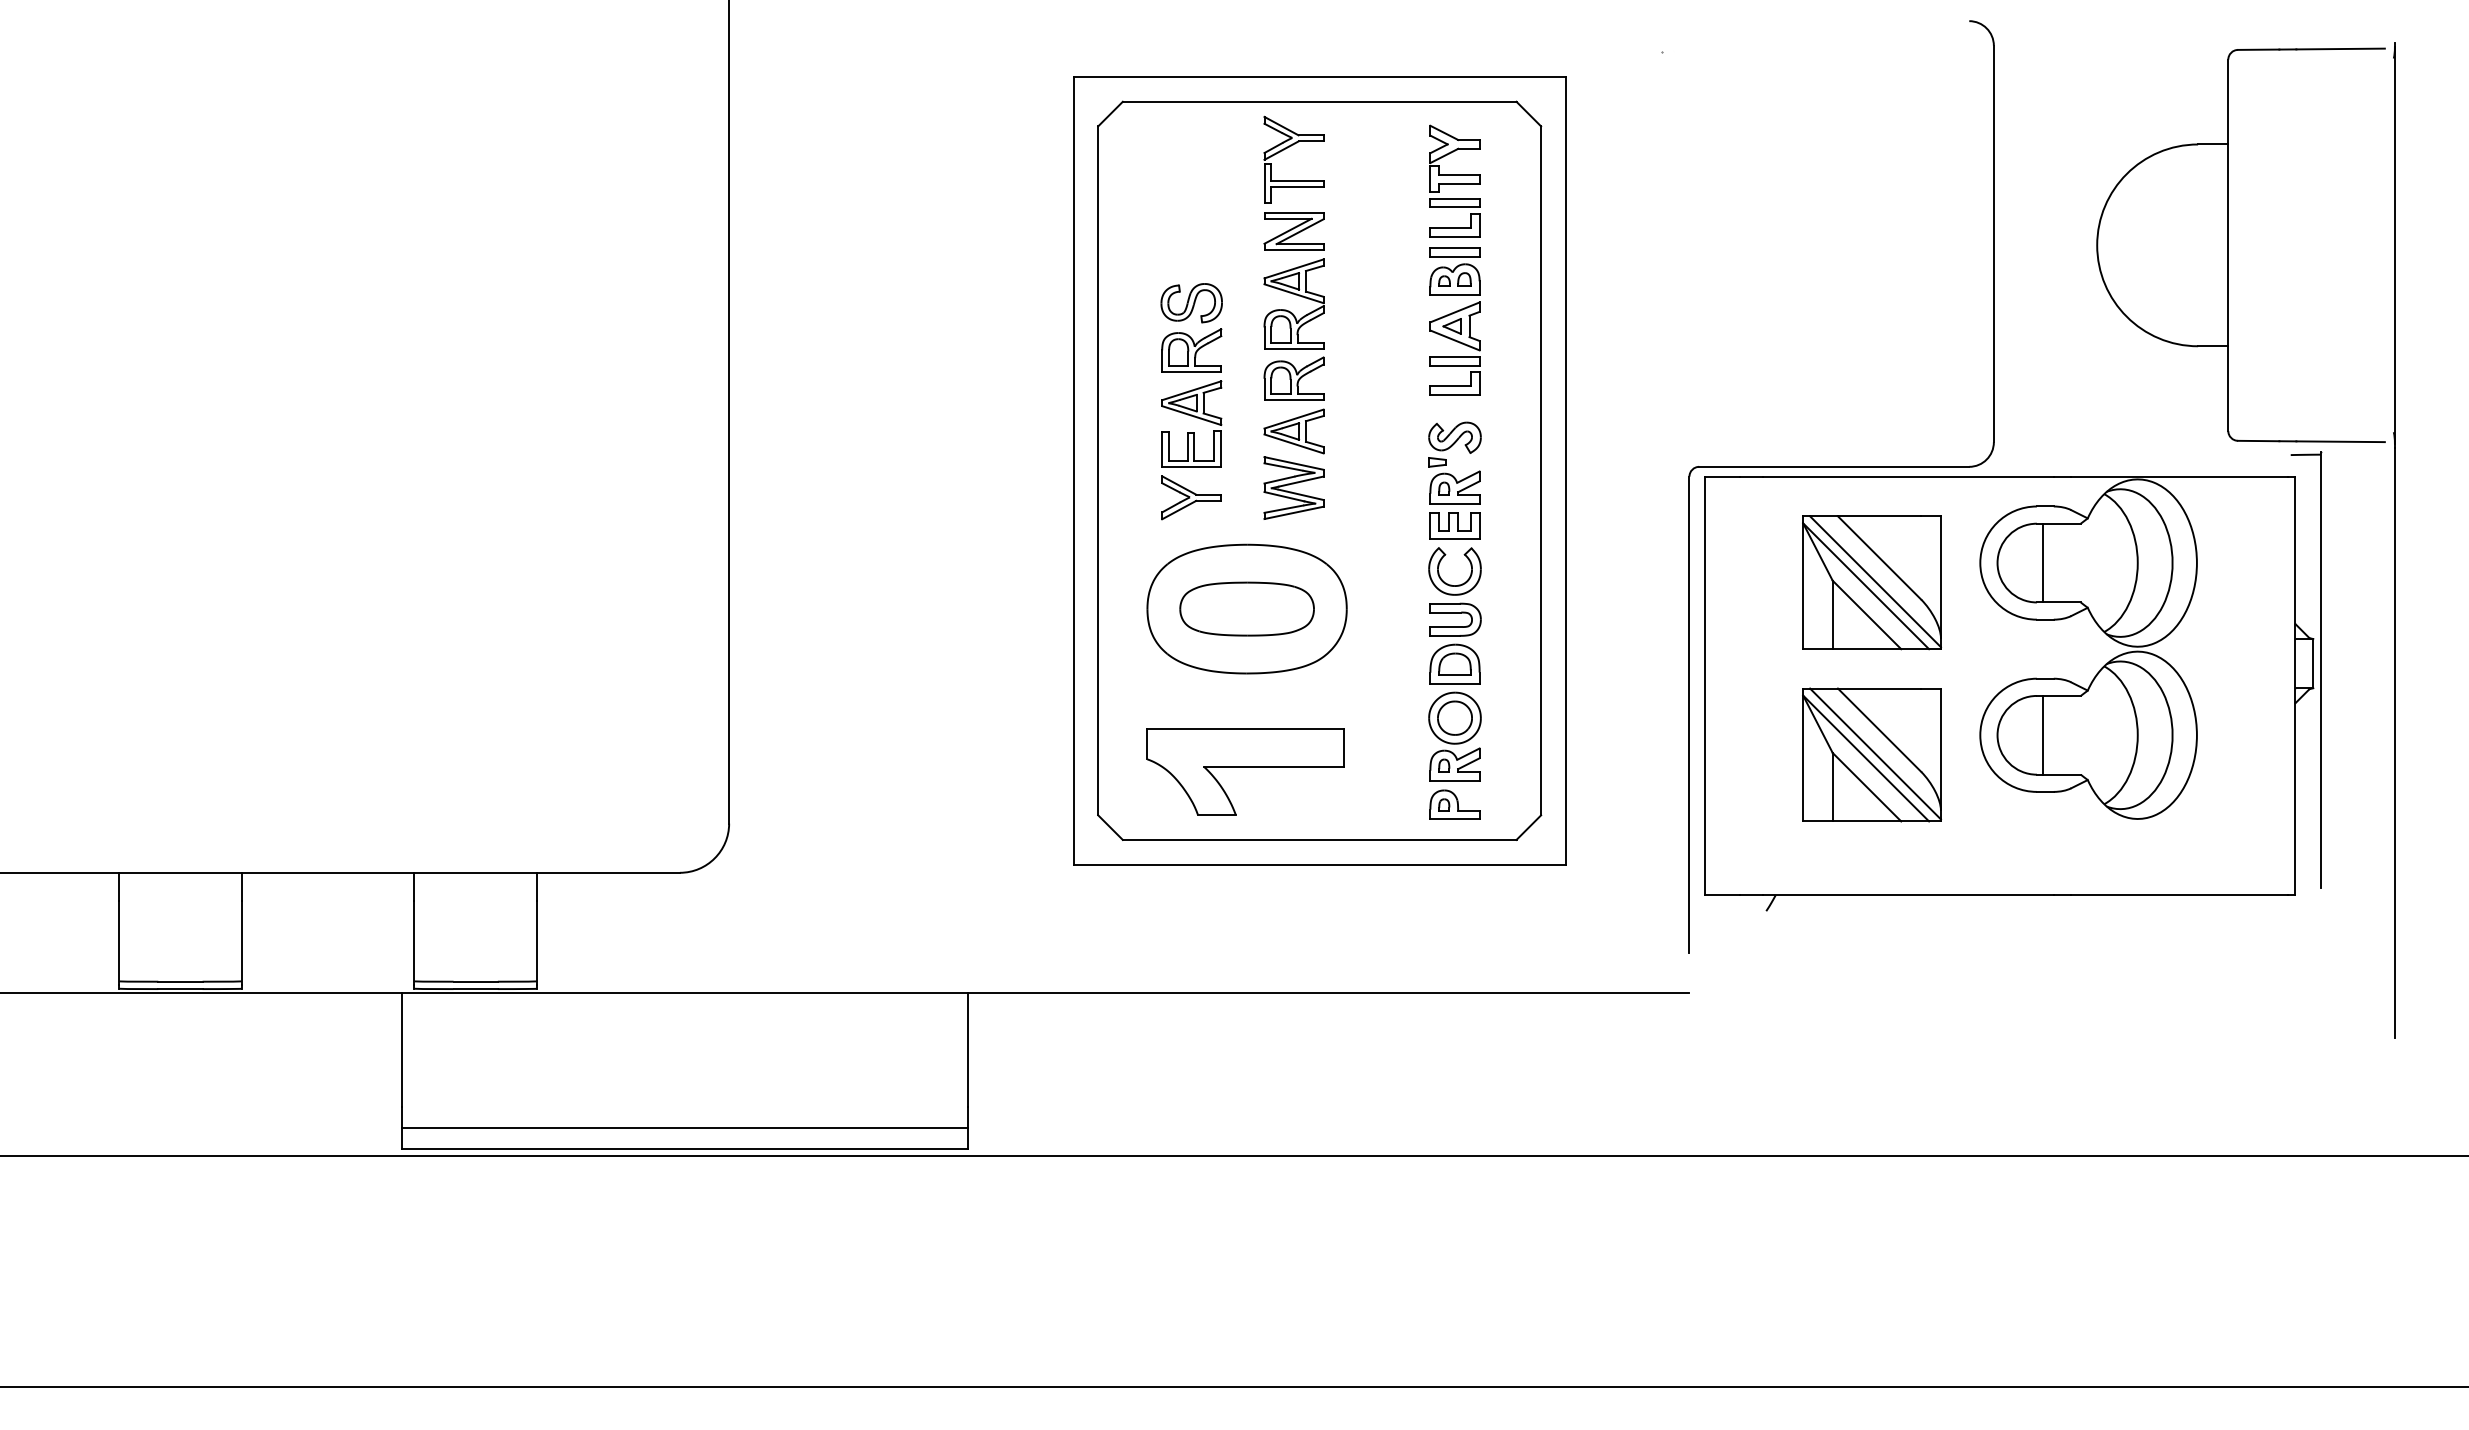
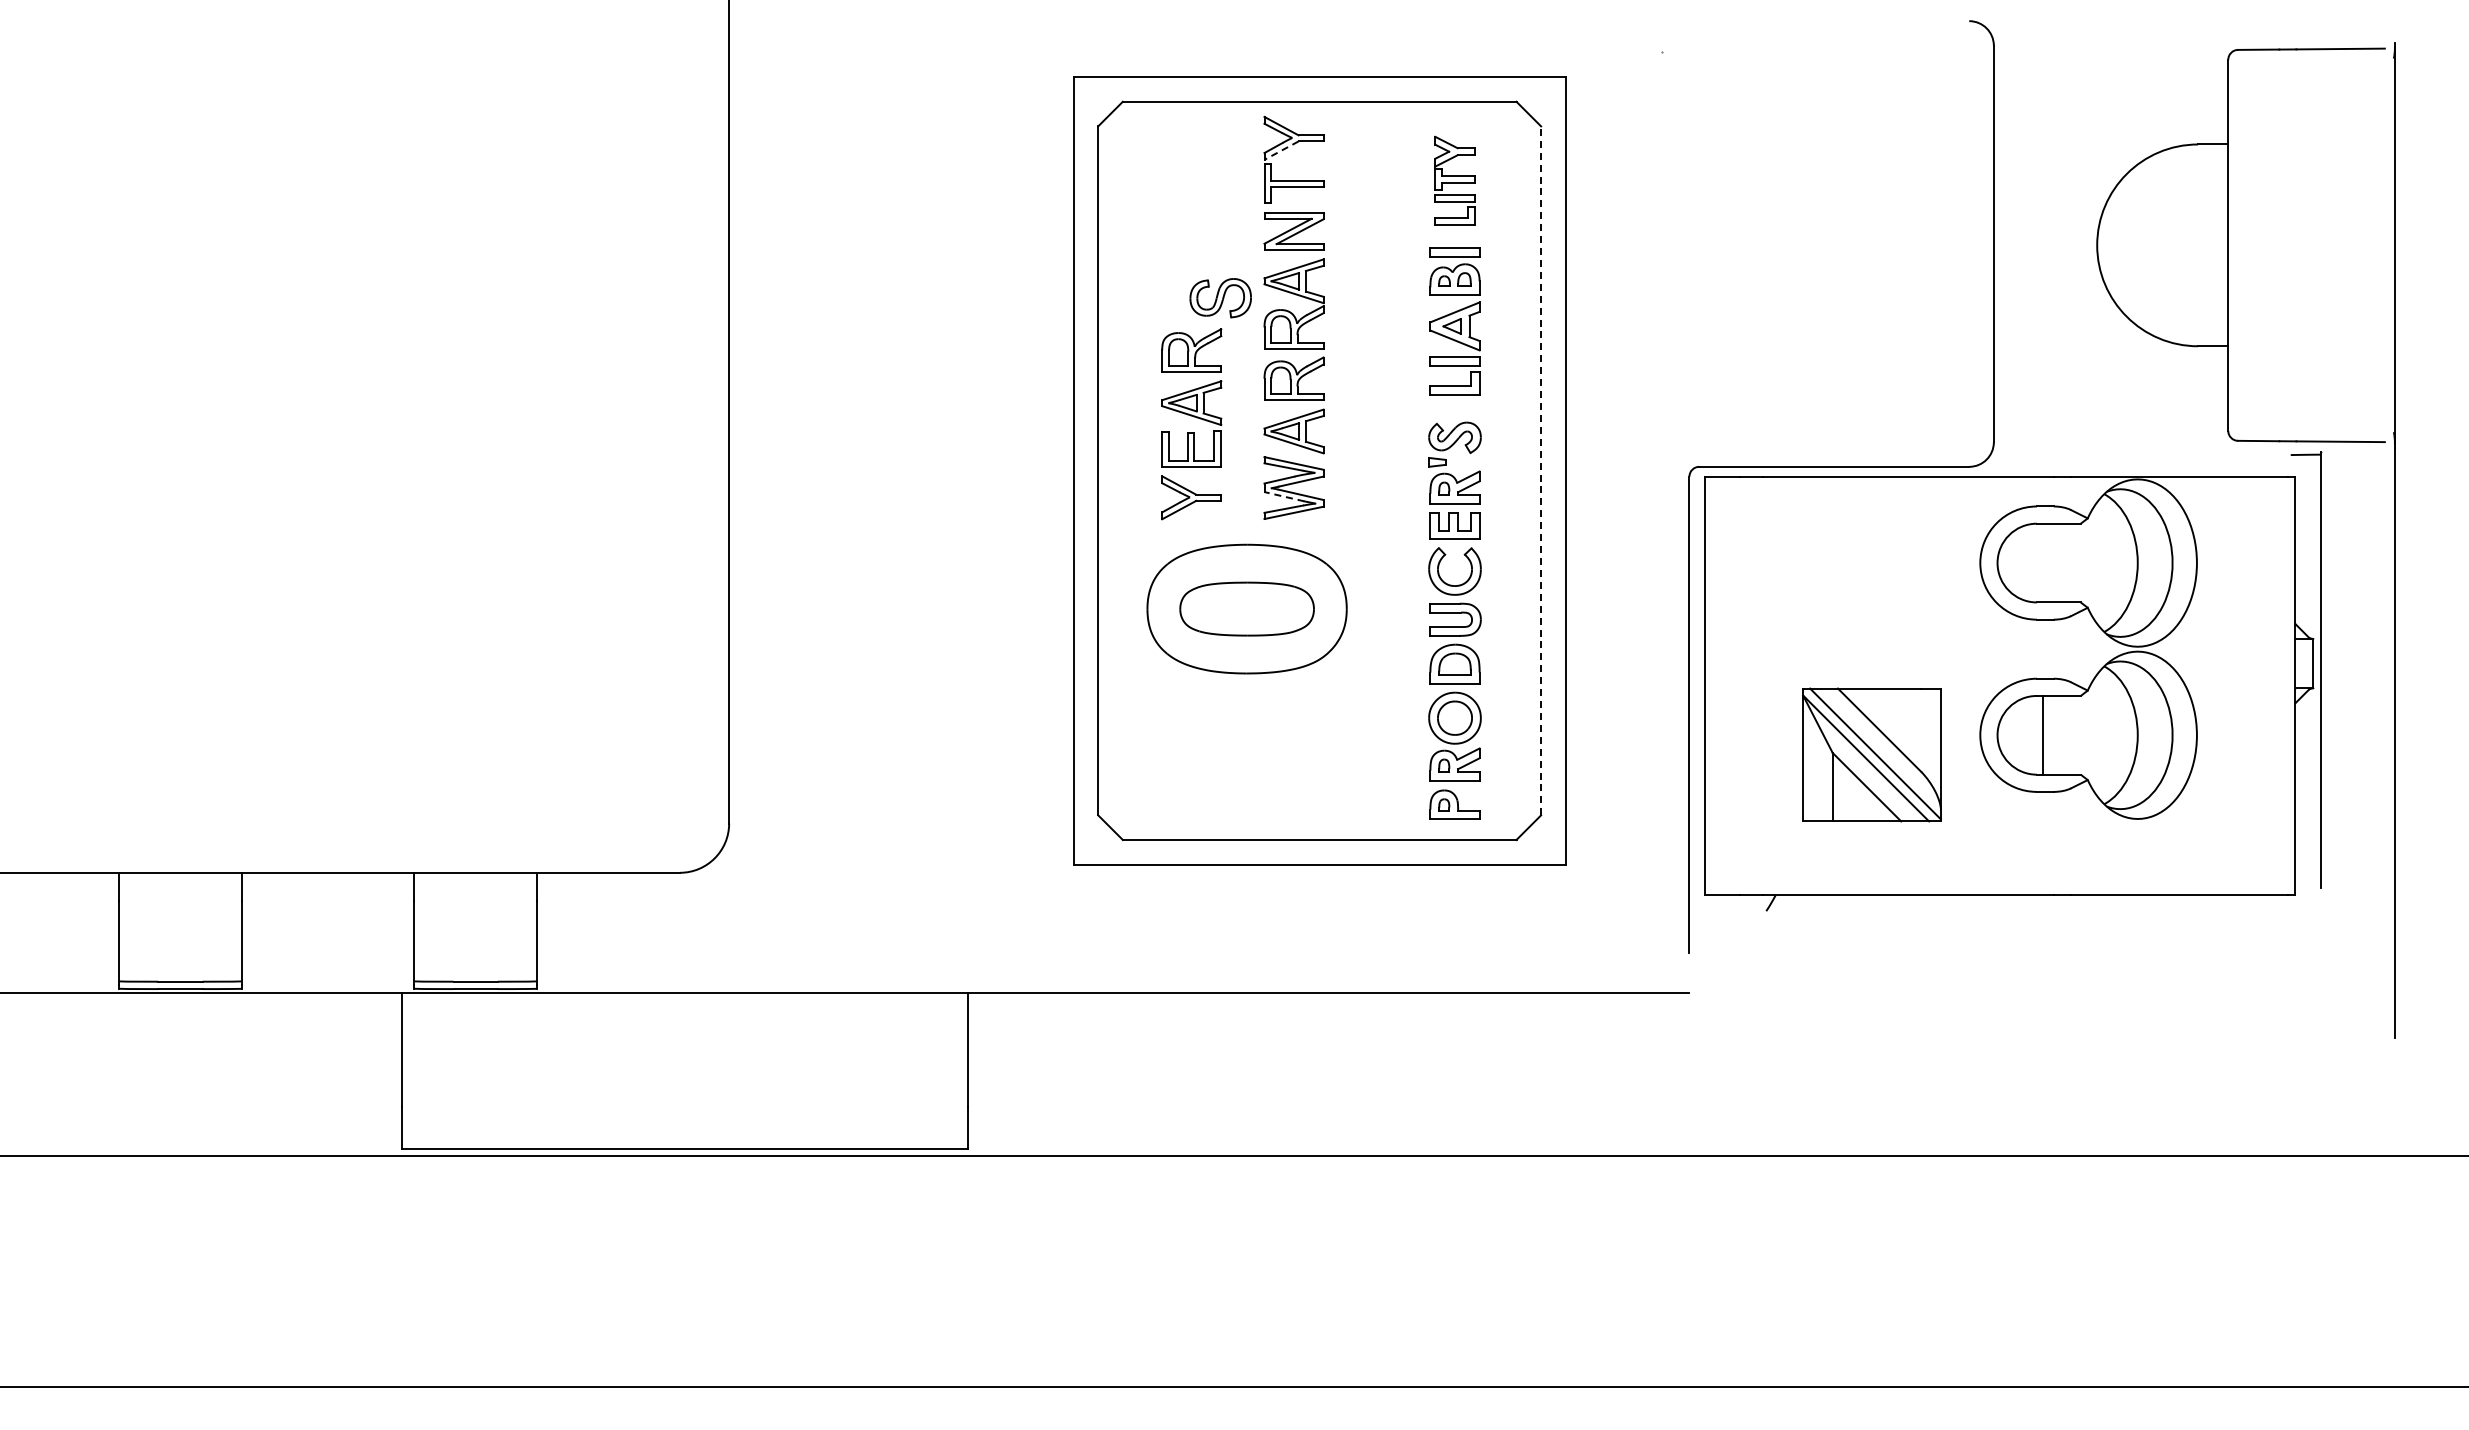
line at (1281, 150): solid -> dashed
part at (1454, 180) size: 52x114 px -> 42x91 px
part at (1191, 303) position: (1191, 303) -> (1220, 298)
line at (1541, 470): solid -> dashed
line at (1283, 496): solid -> dashed
line at (2043, 562): present -> none
part at (1871, 582): present -> none
part at (1245, 771): present -> none
line at (684, 1127): present -> none
